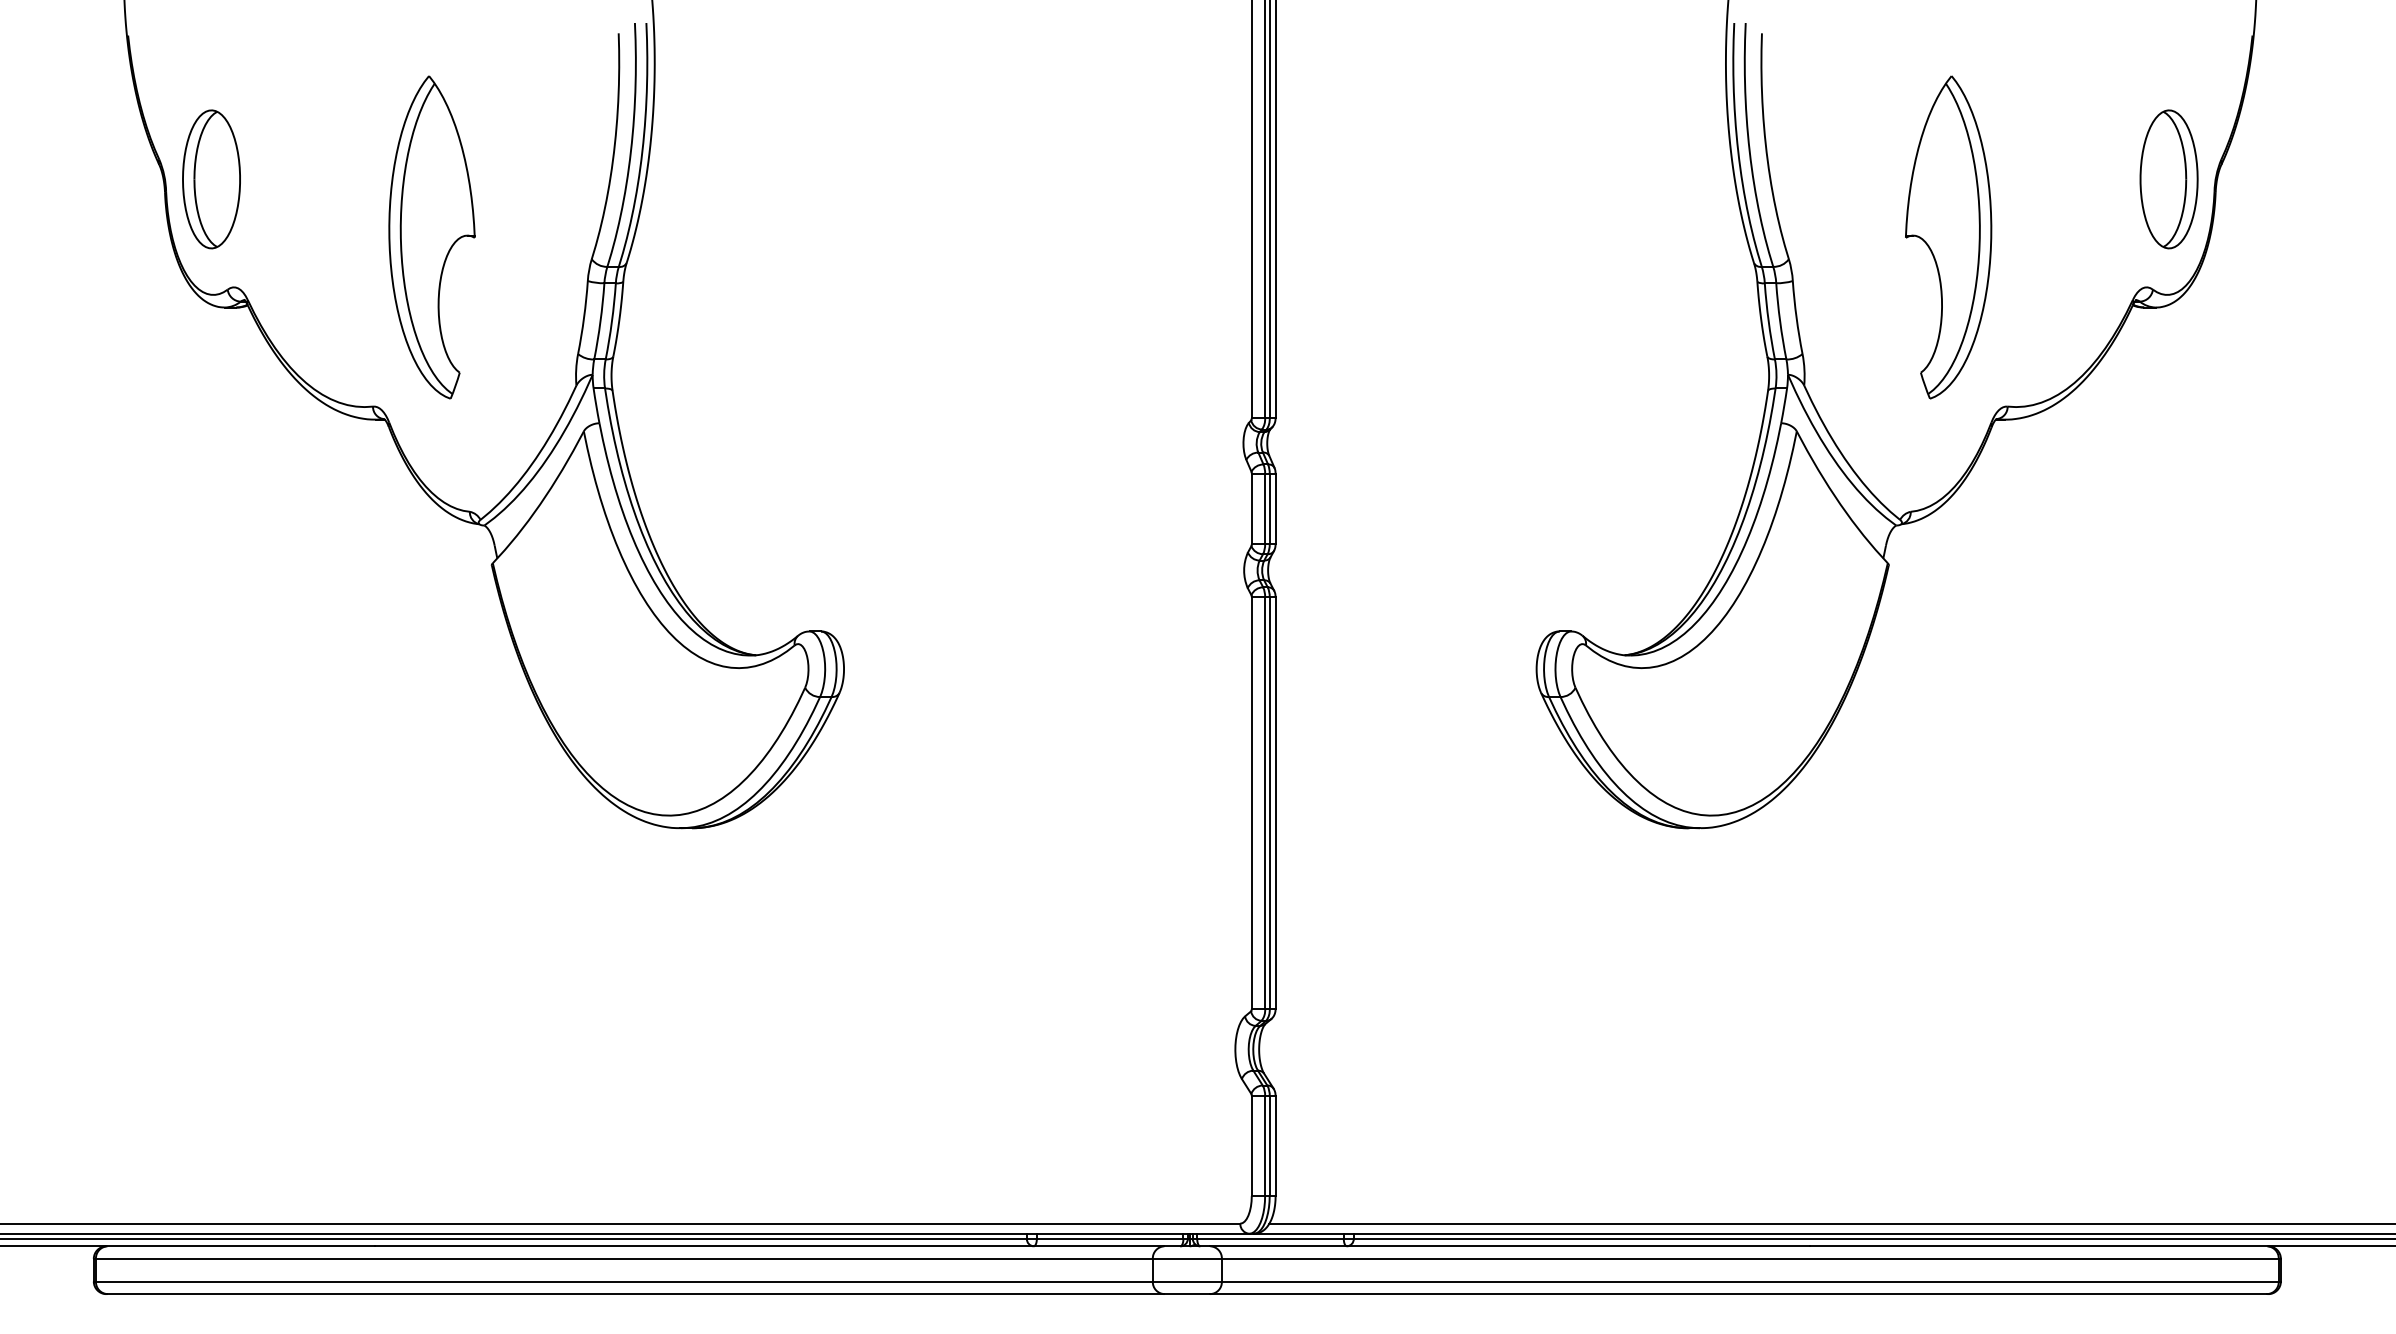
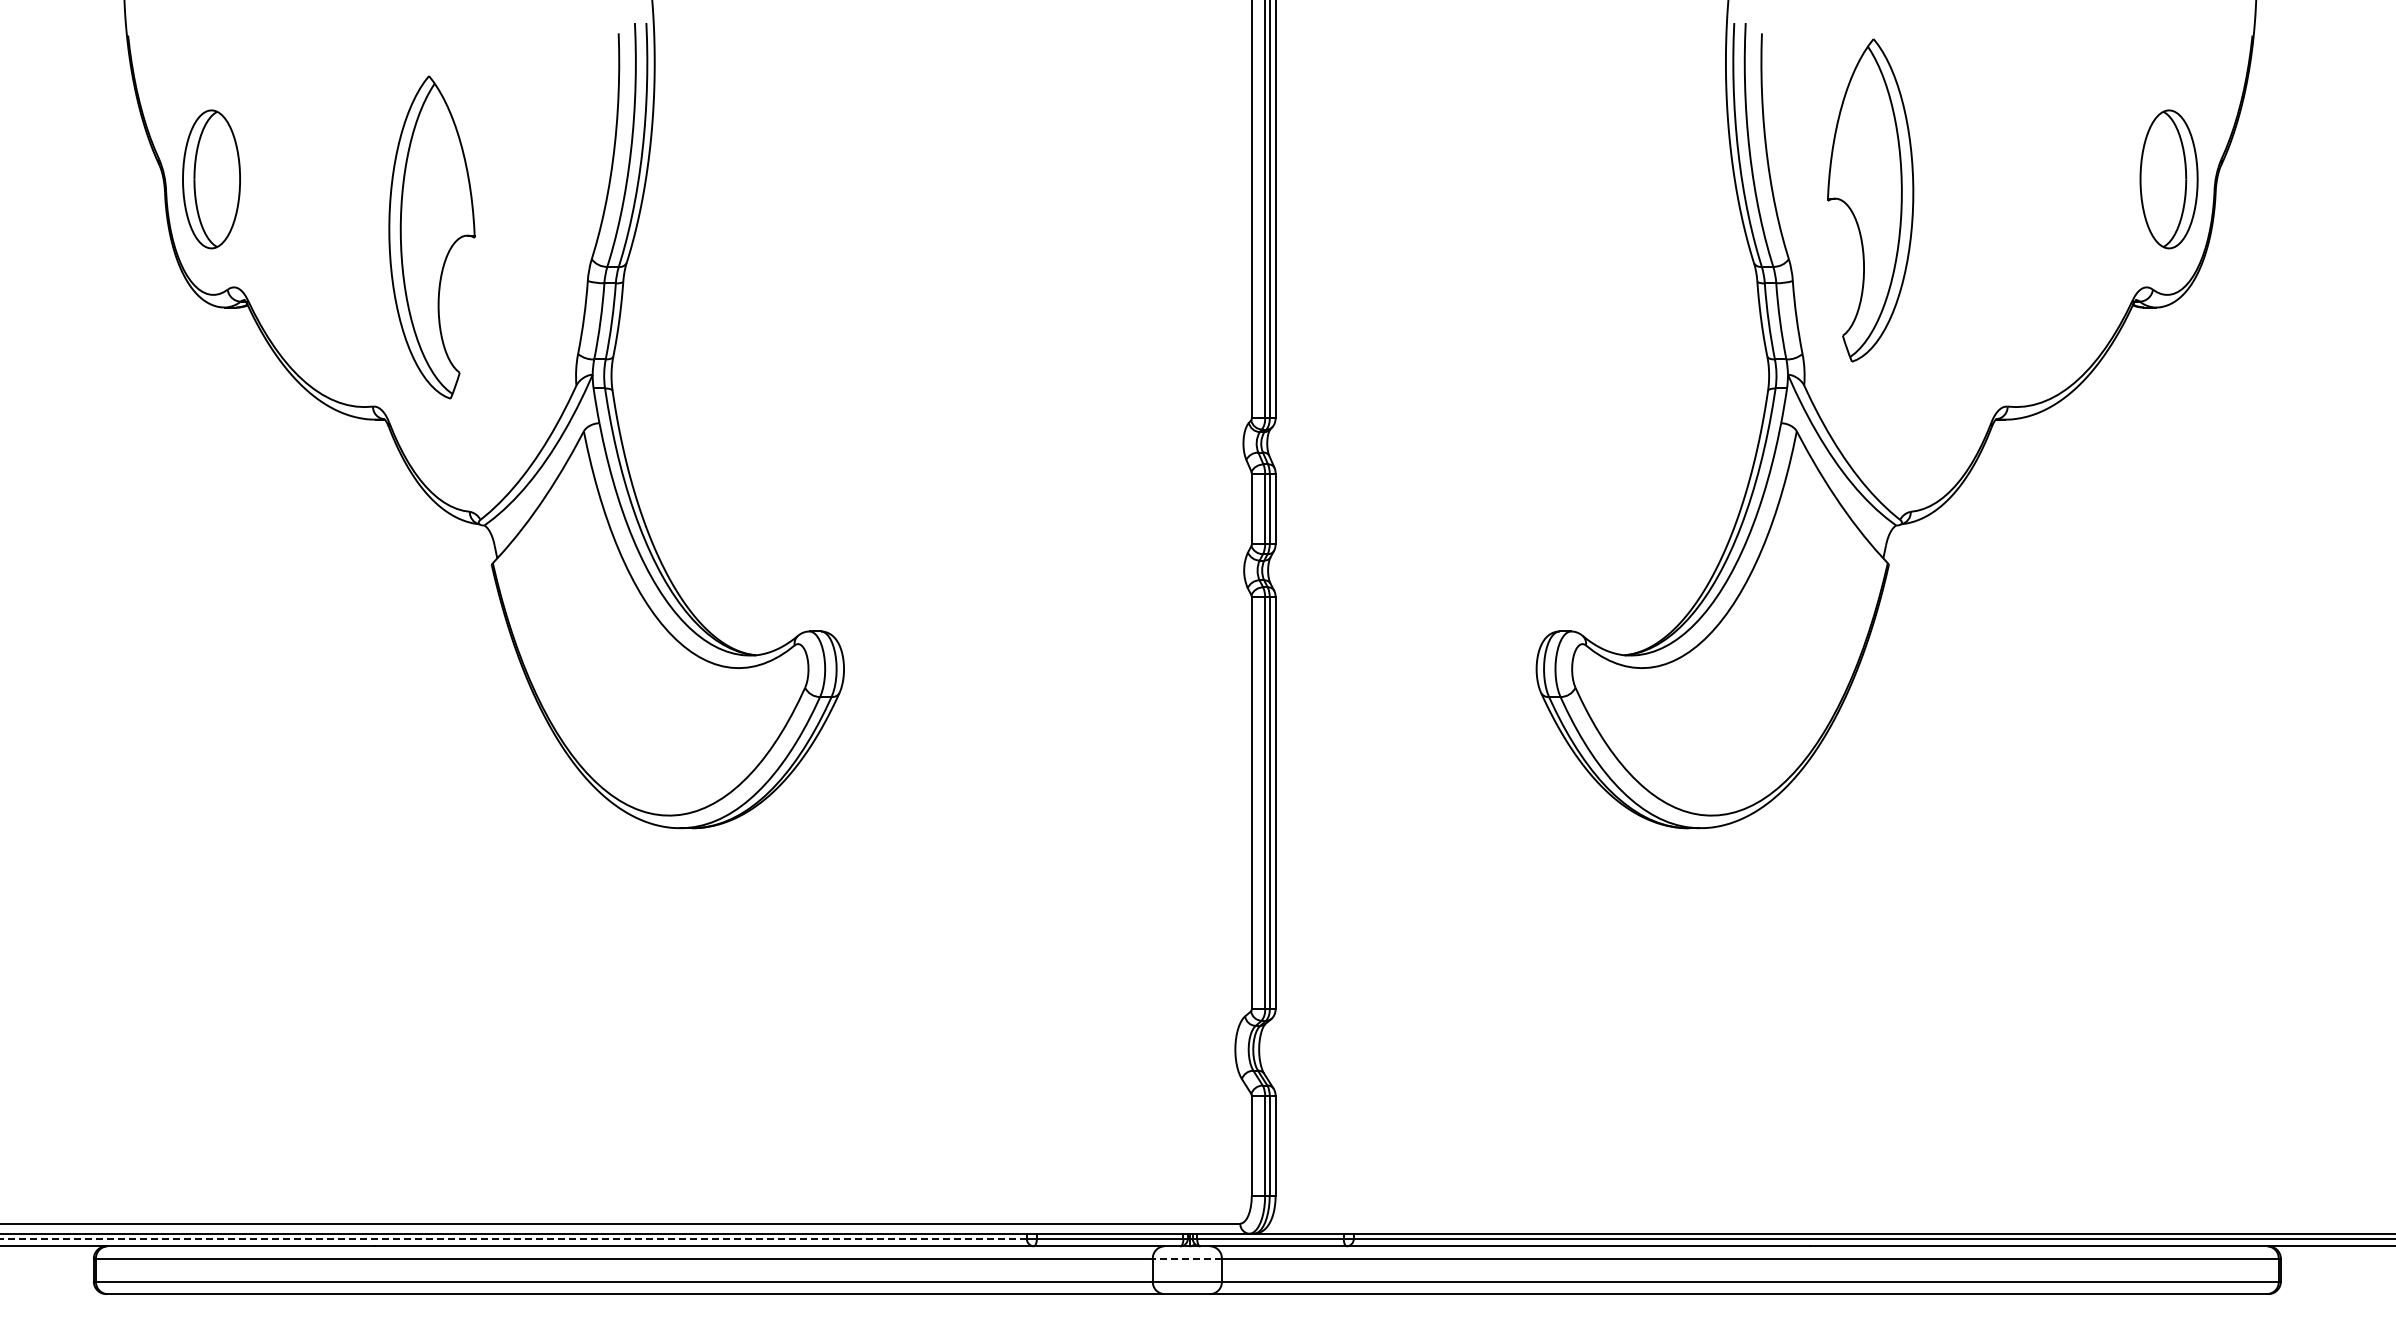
part at (1948, 237) position: (1948, 237) -> (1870, 200)
line at (1830, 1223): present -> none
line at (513, 1238): solid -> dashed
line at (1187, 1258): solid -> dashed
